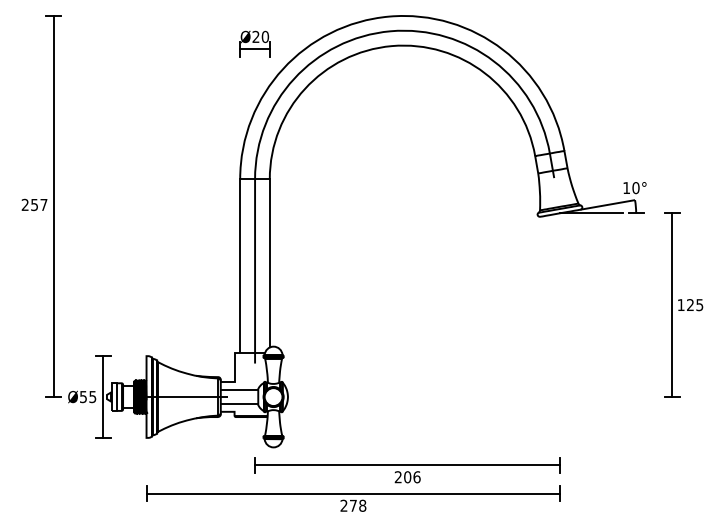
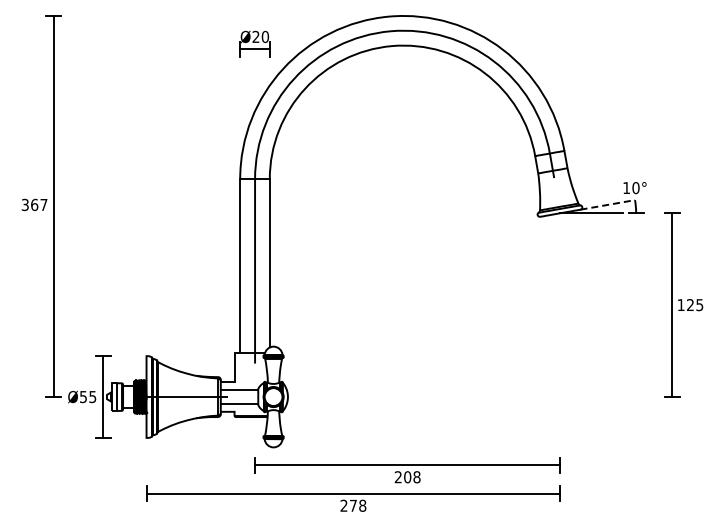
text at (29, 204): 257 -> 367
line at (607, 204): solid -> dashed
text at (416, 477): 206 -> 208
